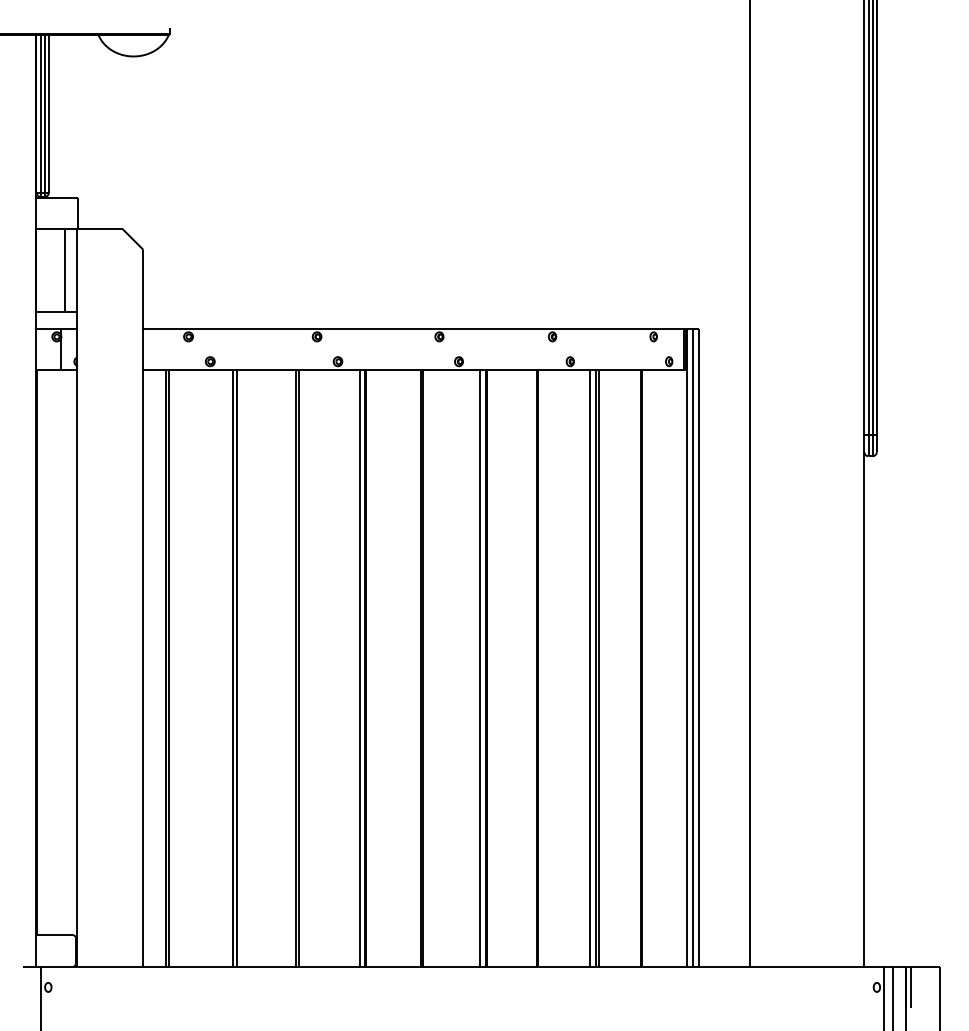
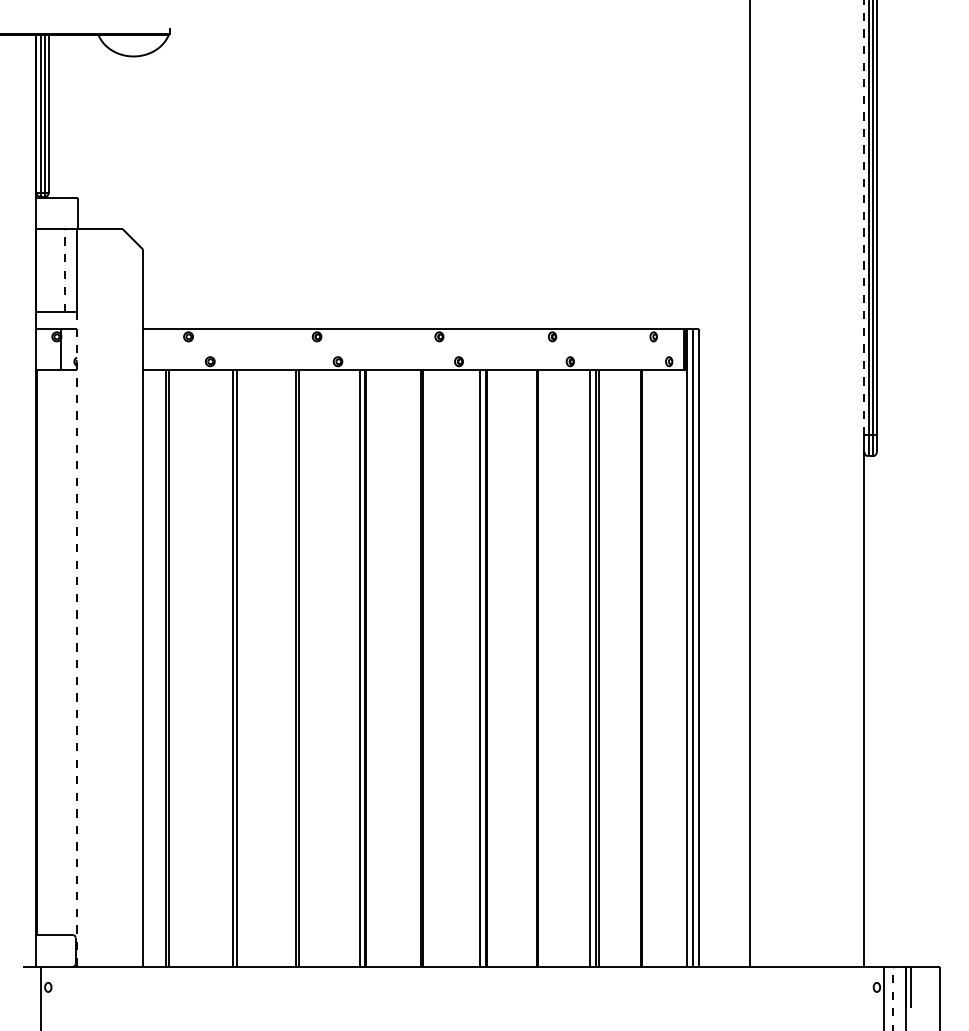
line at (864, 217): solid -> dashed
line at (64, 270): solid -> dashed
line at (77, 638): solid -> dashed
line at (893, 998): solid -> dashed
